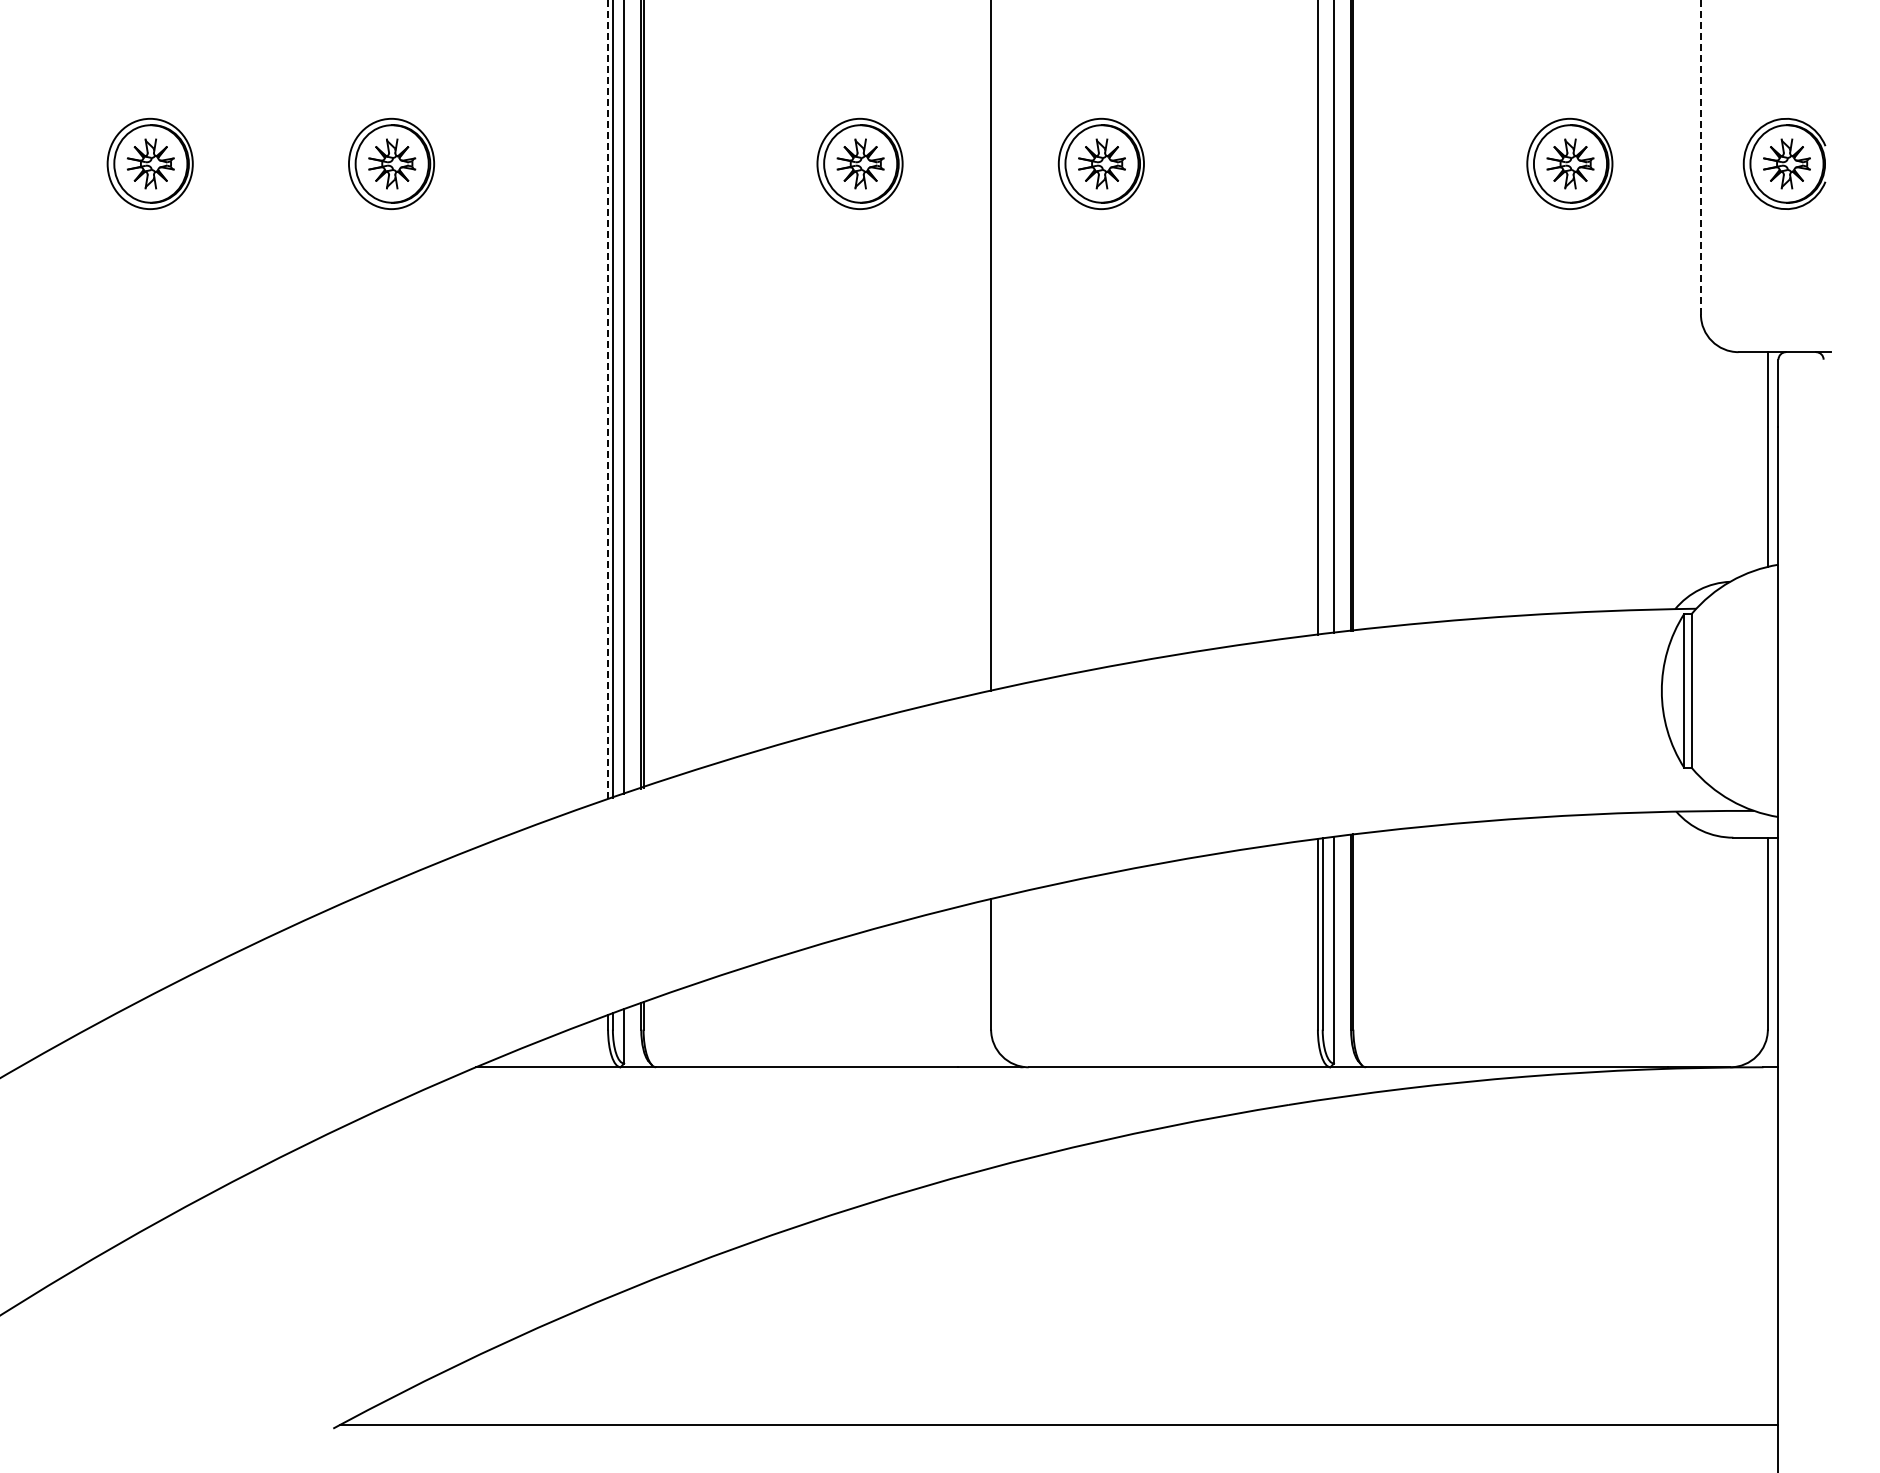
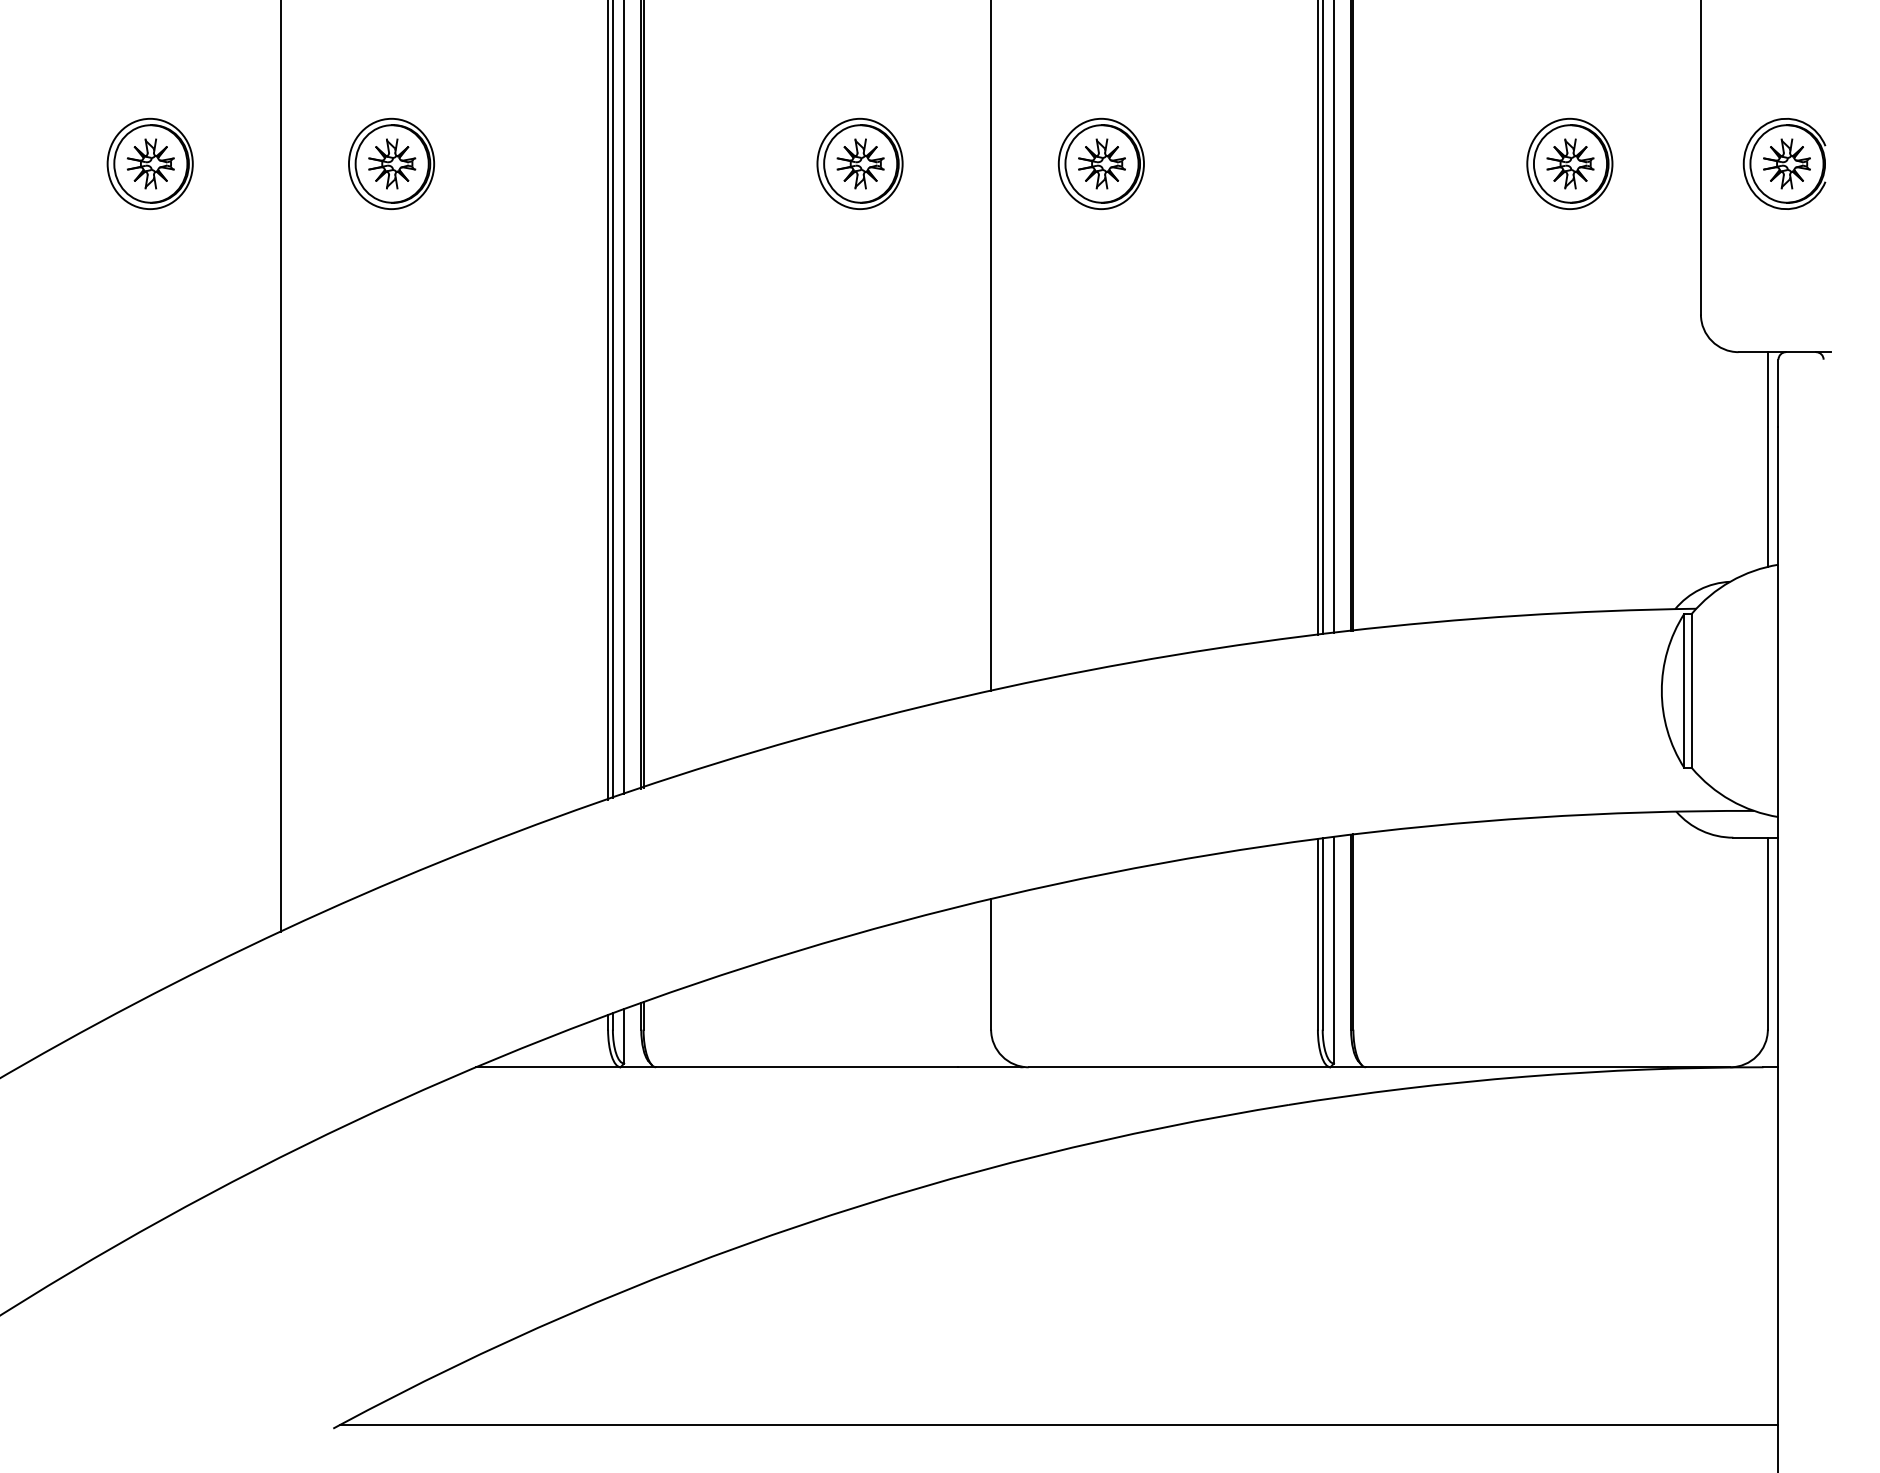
line at (1700, 157): dashed -> solid
line at (1322, 318): none -> present
line at (608, 400): dashed -> solid
line at (281, 467): none -> present
